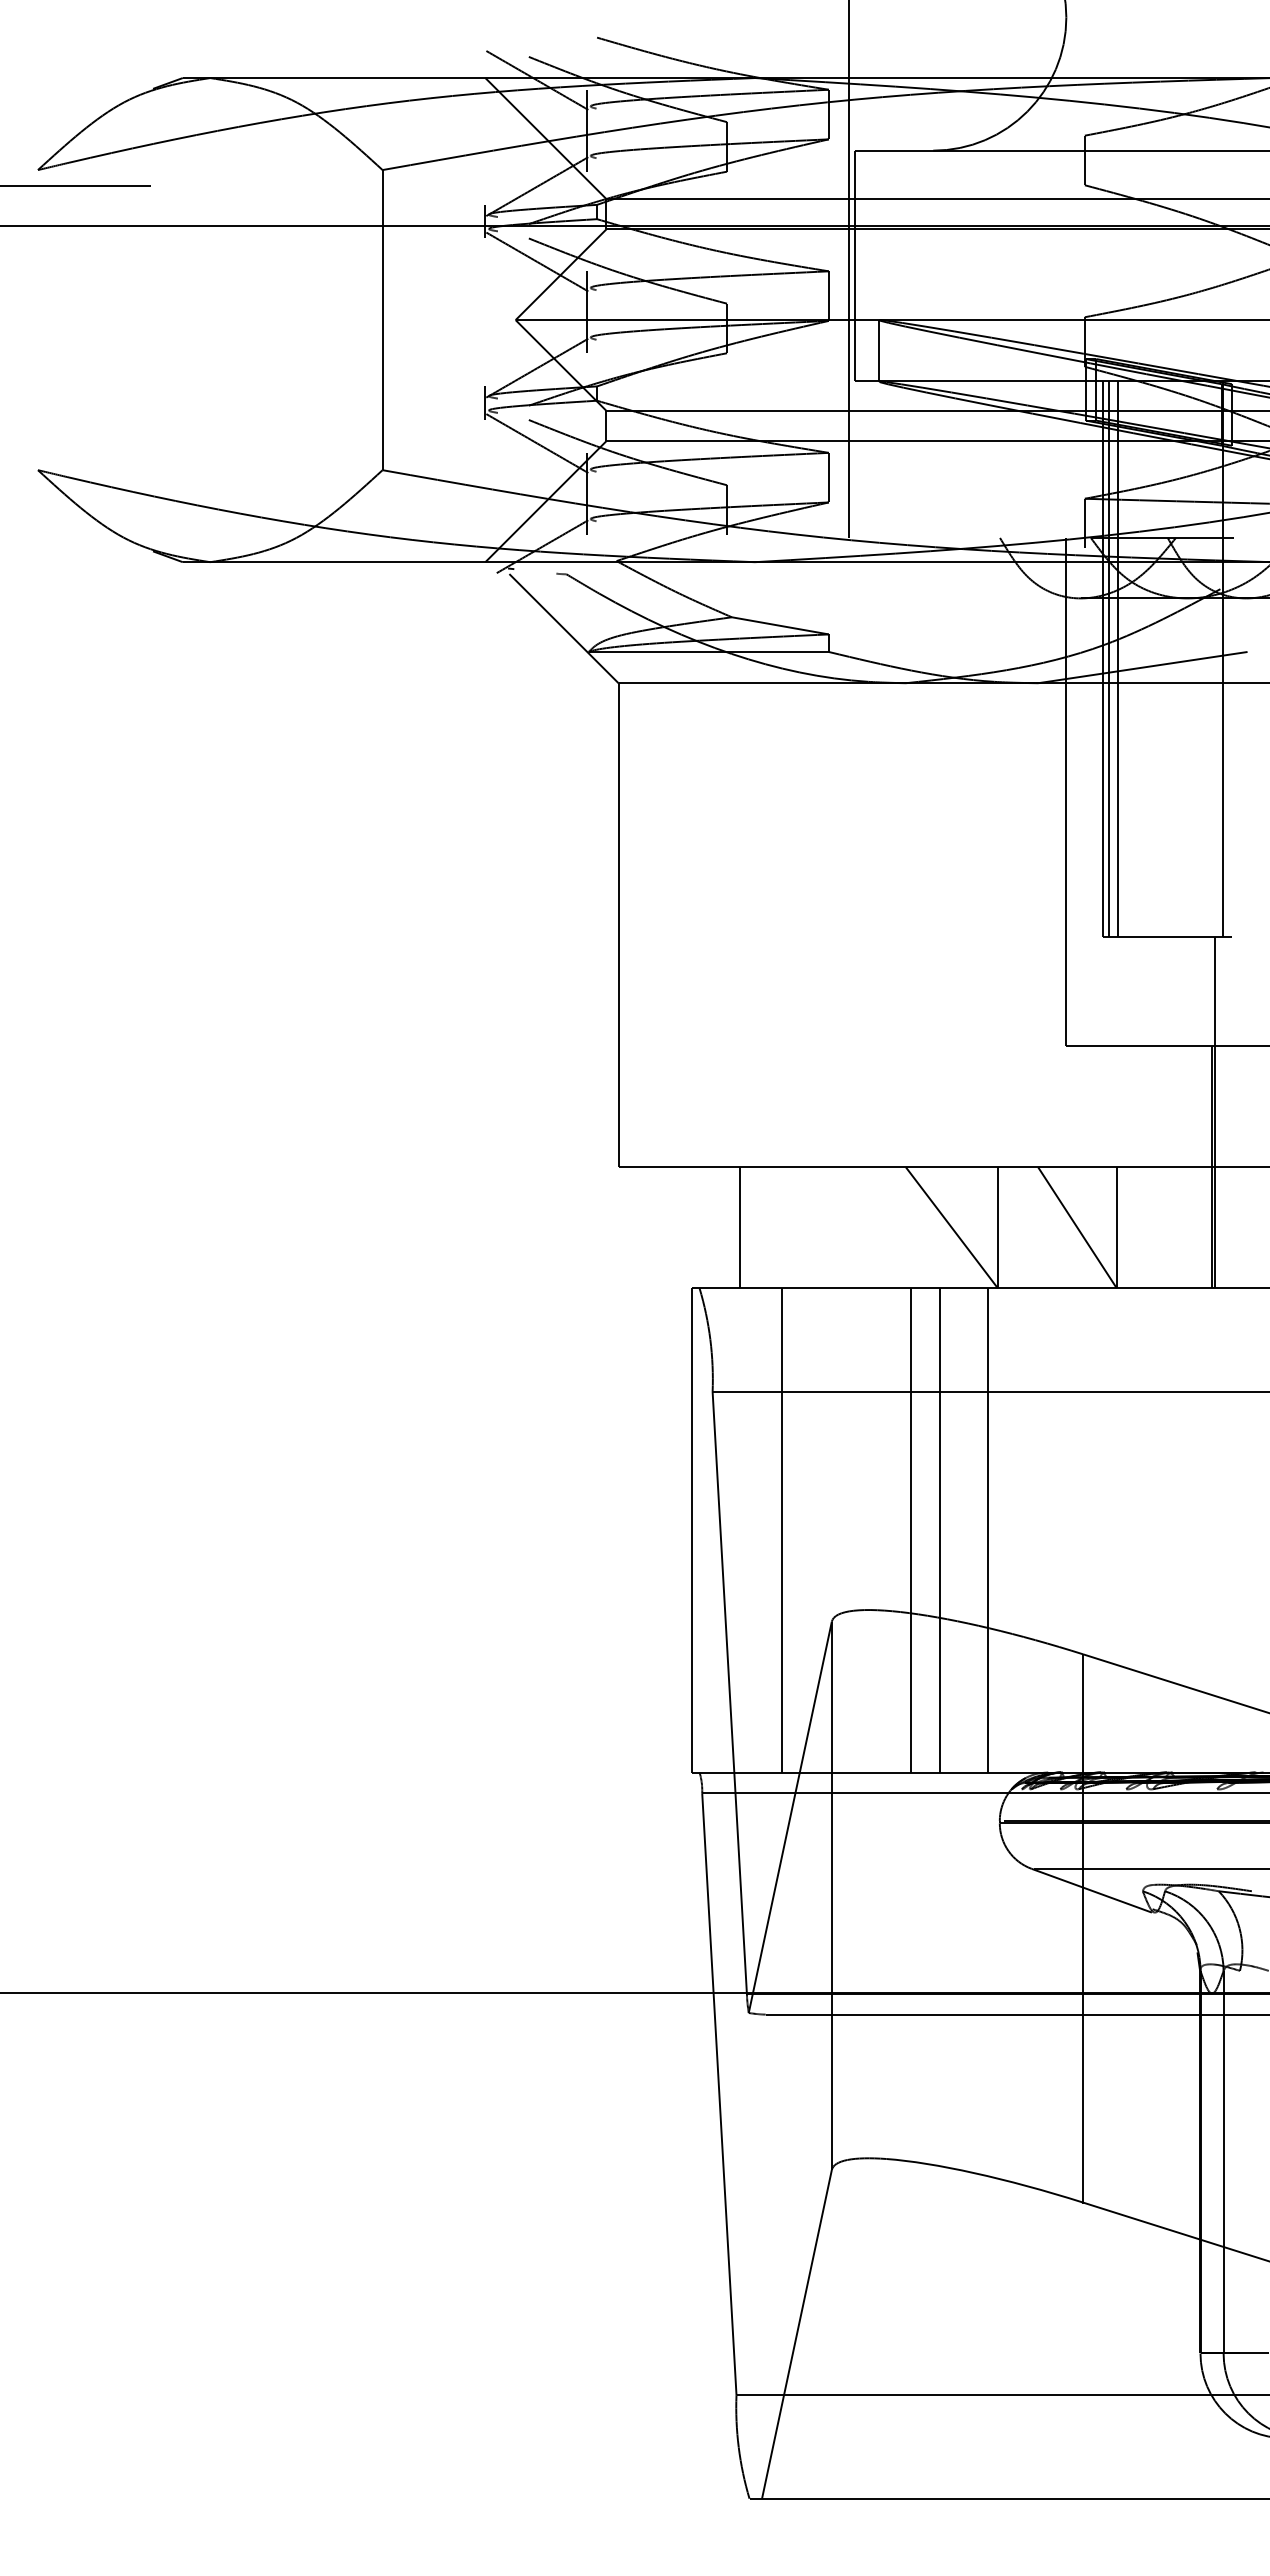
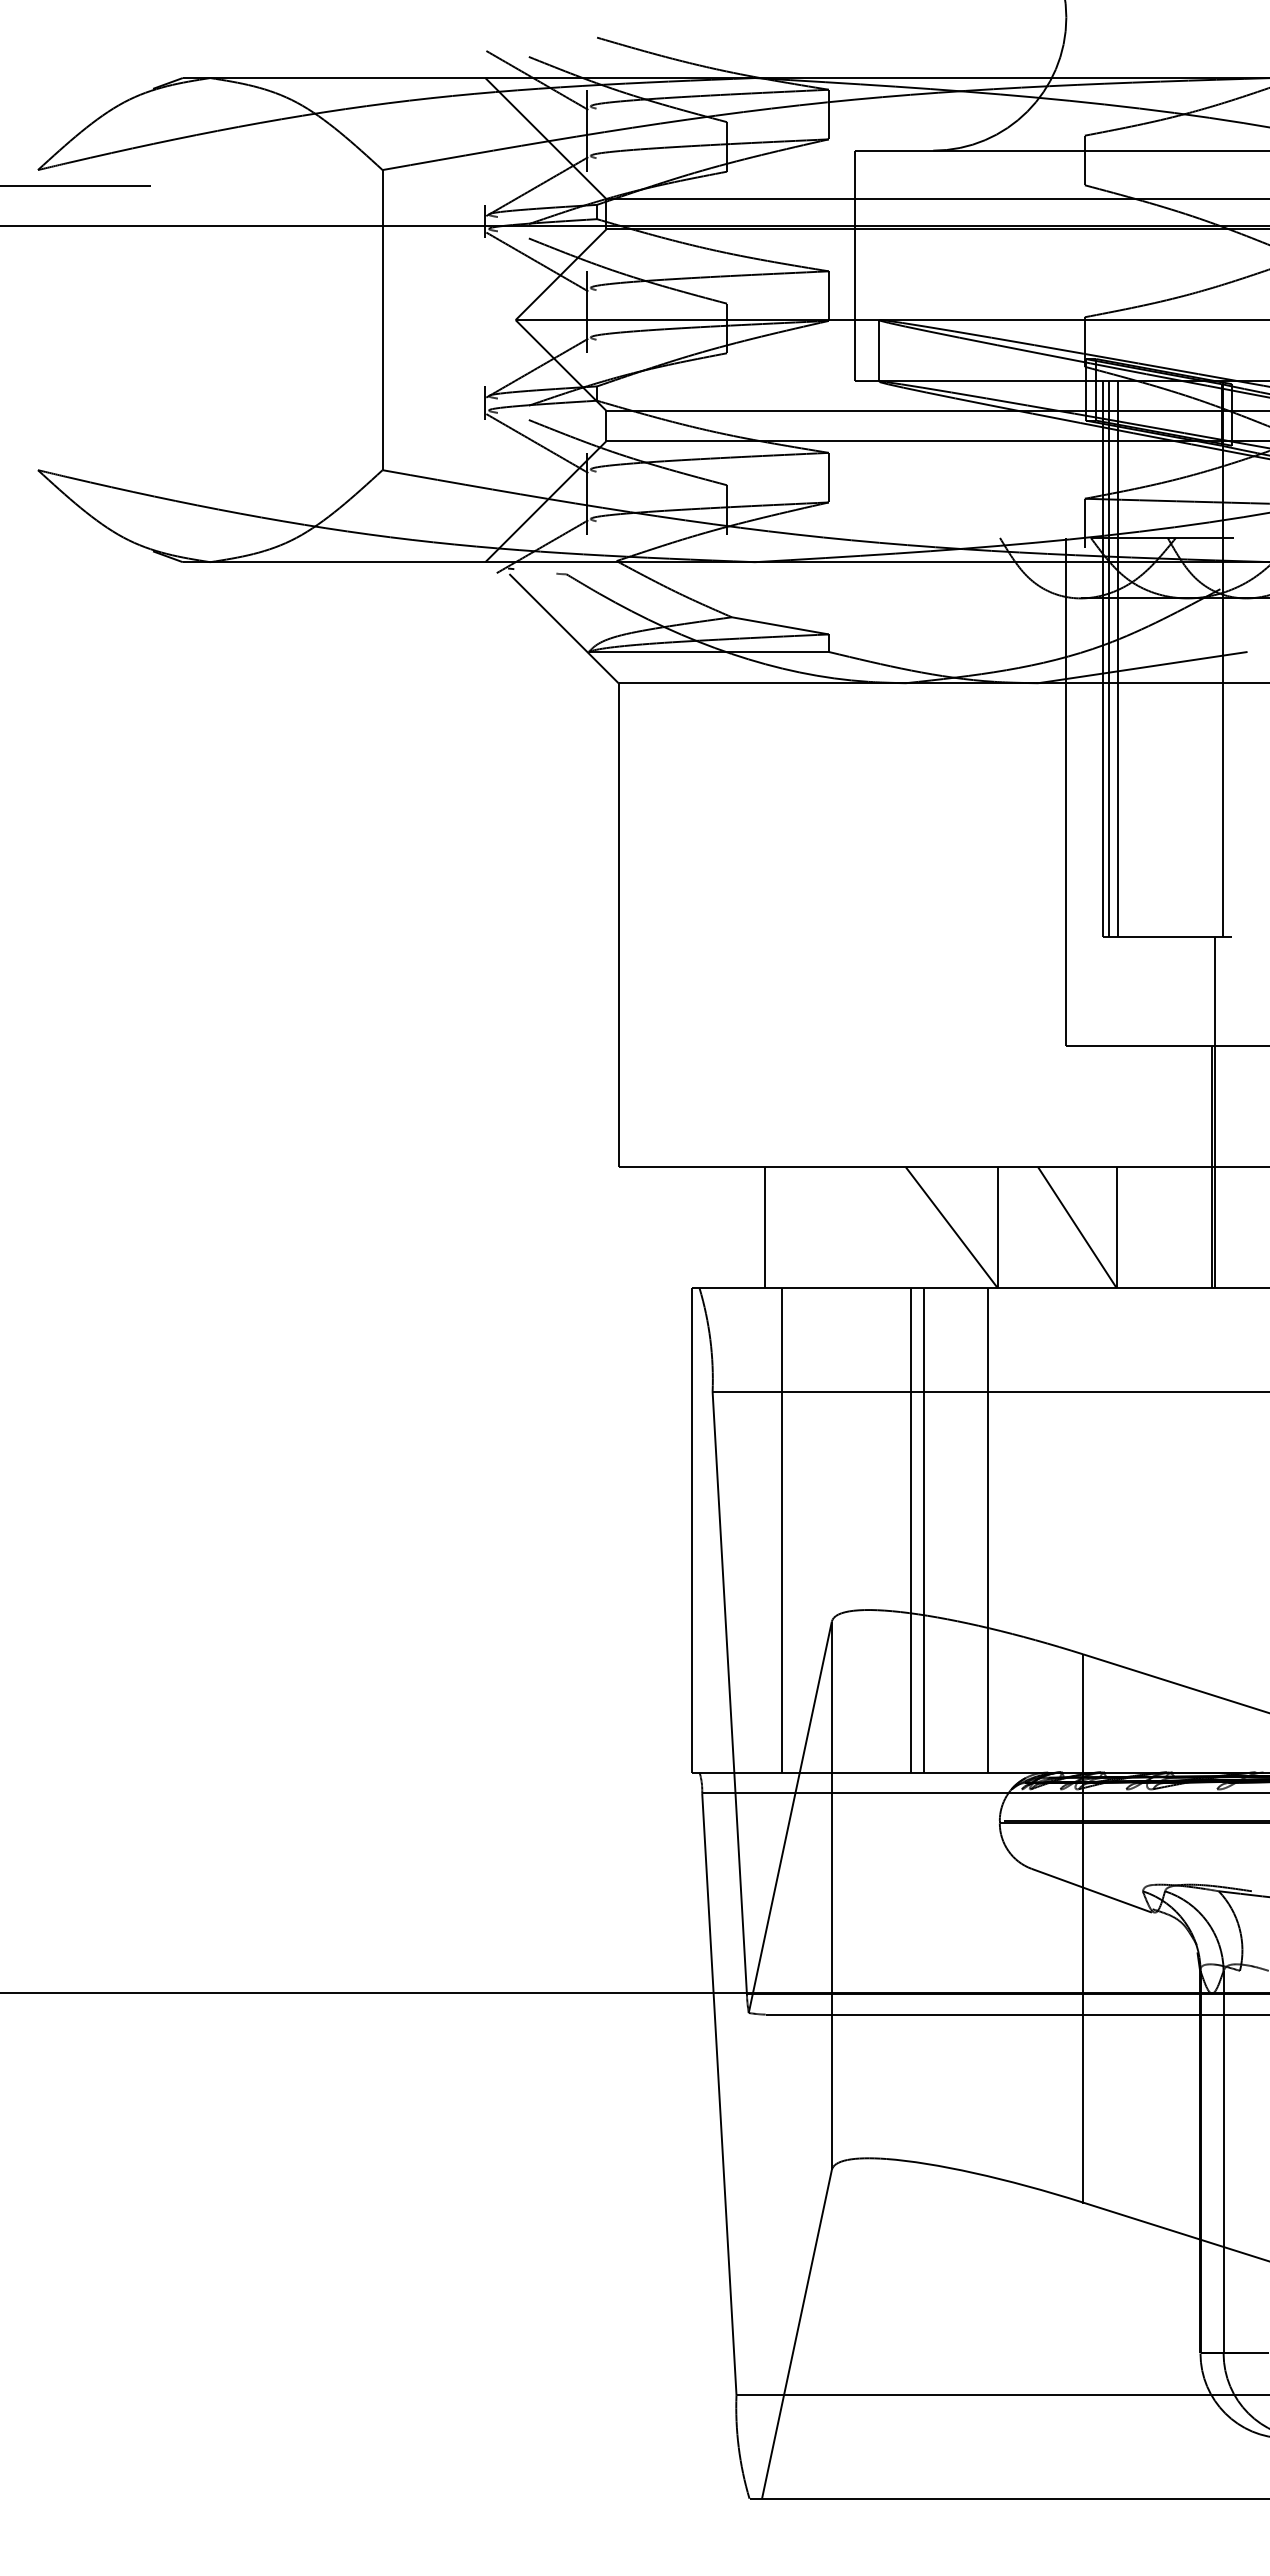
line at (848, 269): present -> none
line at (739, 1227) position: (739, 1227) -> (764, 1227)
line at (940, 1530) position: (940, 1530) -> (924, 1530)
line at (1150, 1868): present -> none
